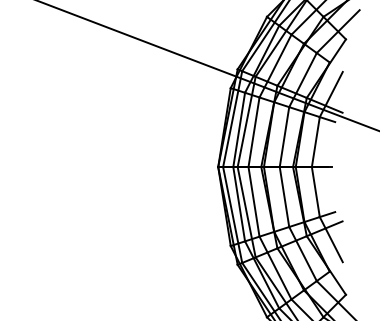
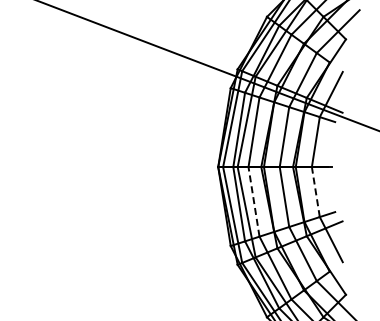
line at (315, 191): solid -> dashed
line at (253, 201): solid -> dashed
